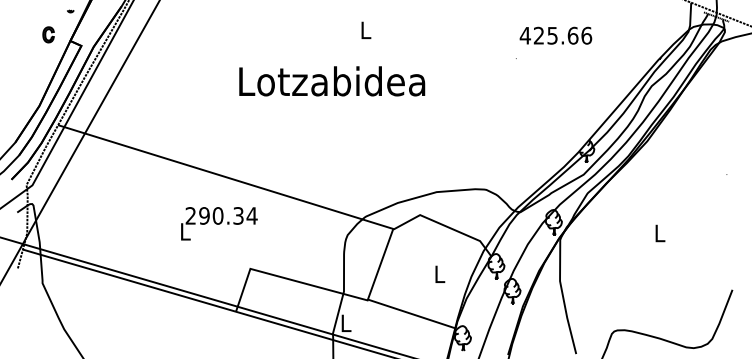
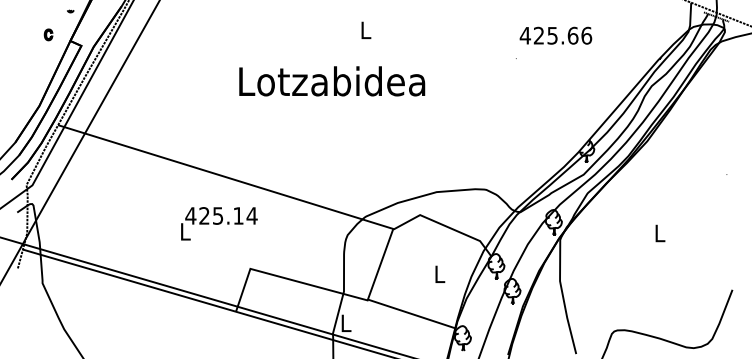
part at (48, 34) size: 13x18 px -> 11x14 px
text at (214, 215): 290.34 -> 425.14
